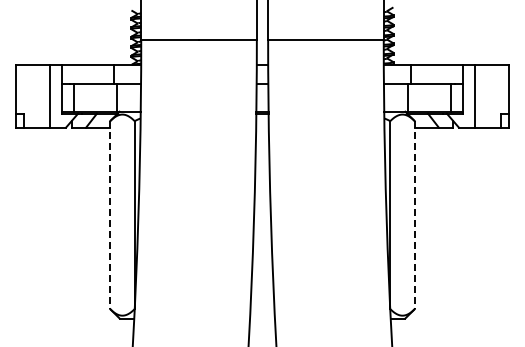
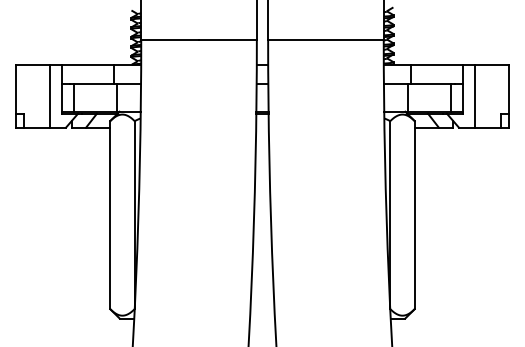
line at (110, 215): dashed -> solid
line at (414, 215): dashed -> solid
